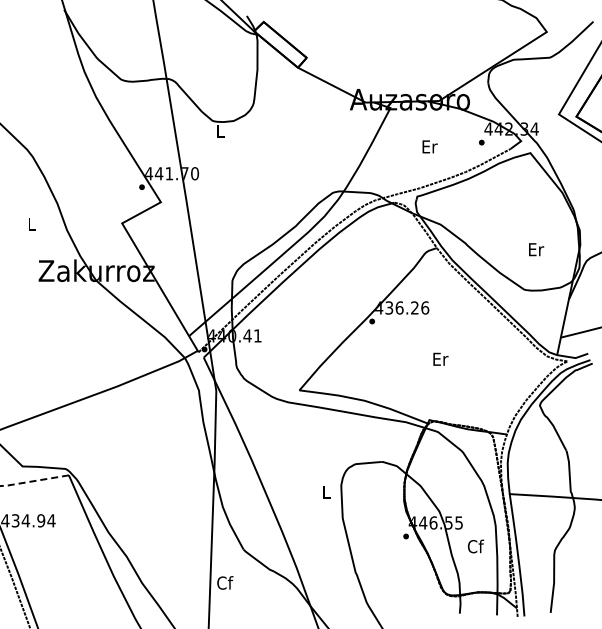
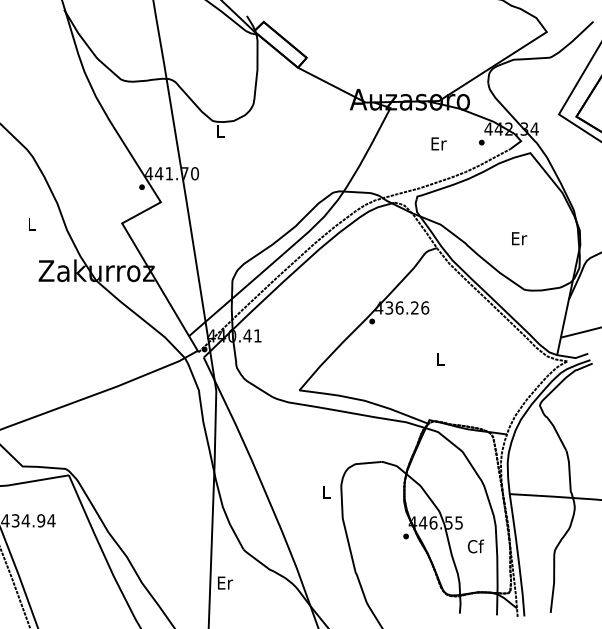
text at (429, 146) position: (429, 146) -> (438, 143)
text at (536, 249) position: (536, 249) -> (519, 238)
text at (440, 358): Er -> L
line at (33, 481): dashed -> solid
text at (225, 582): Cf -> Er
